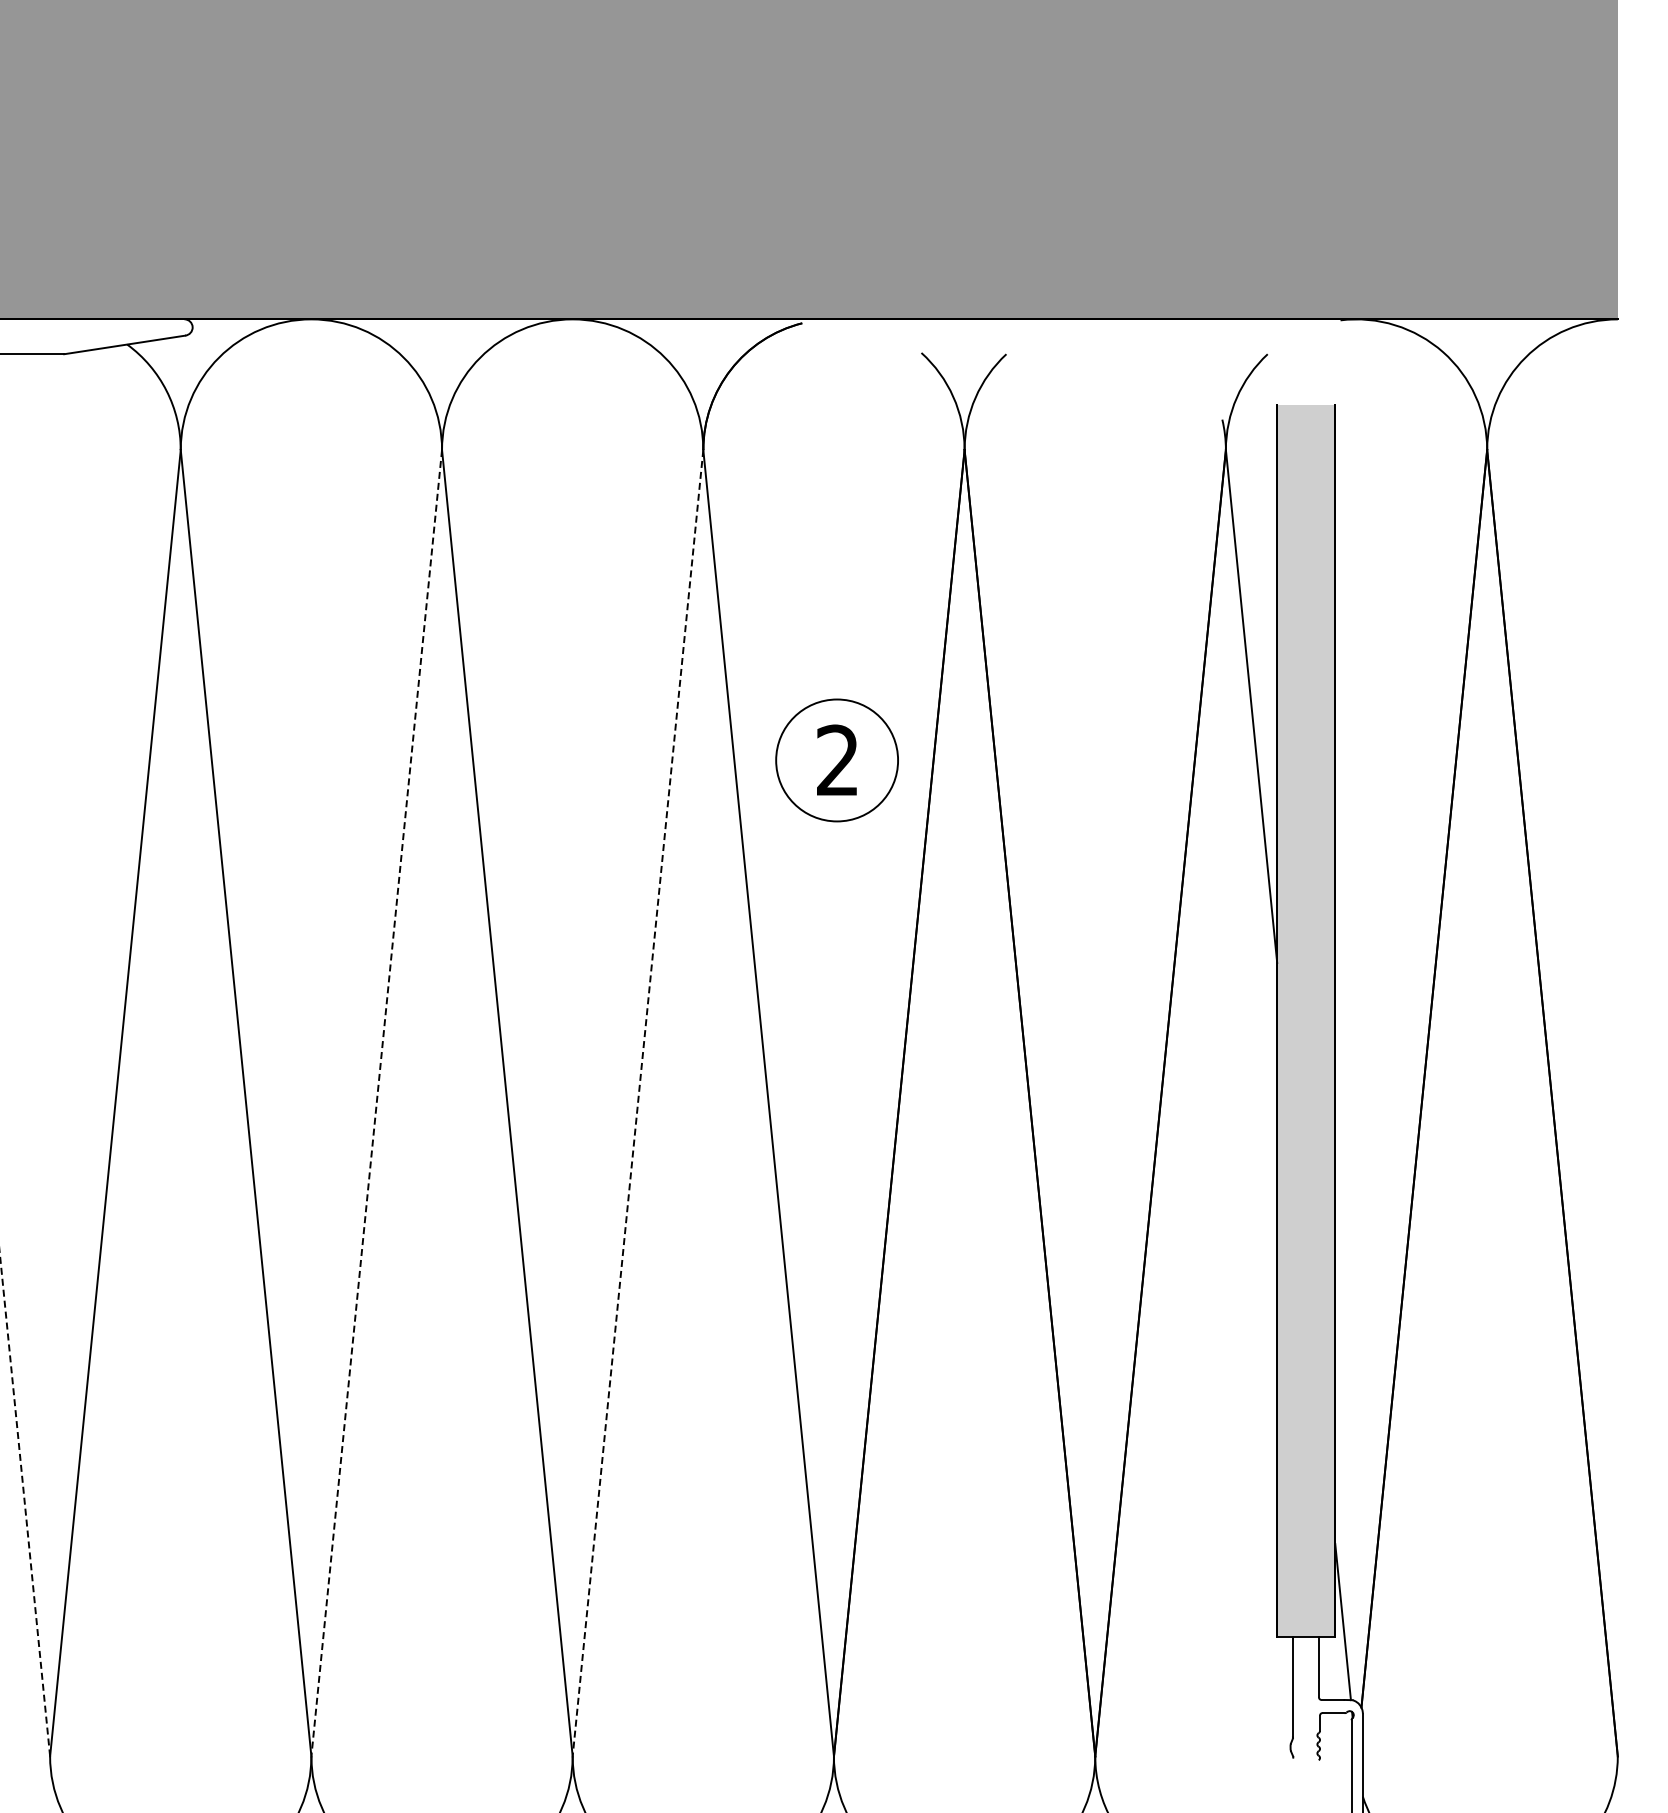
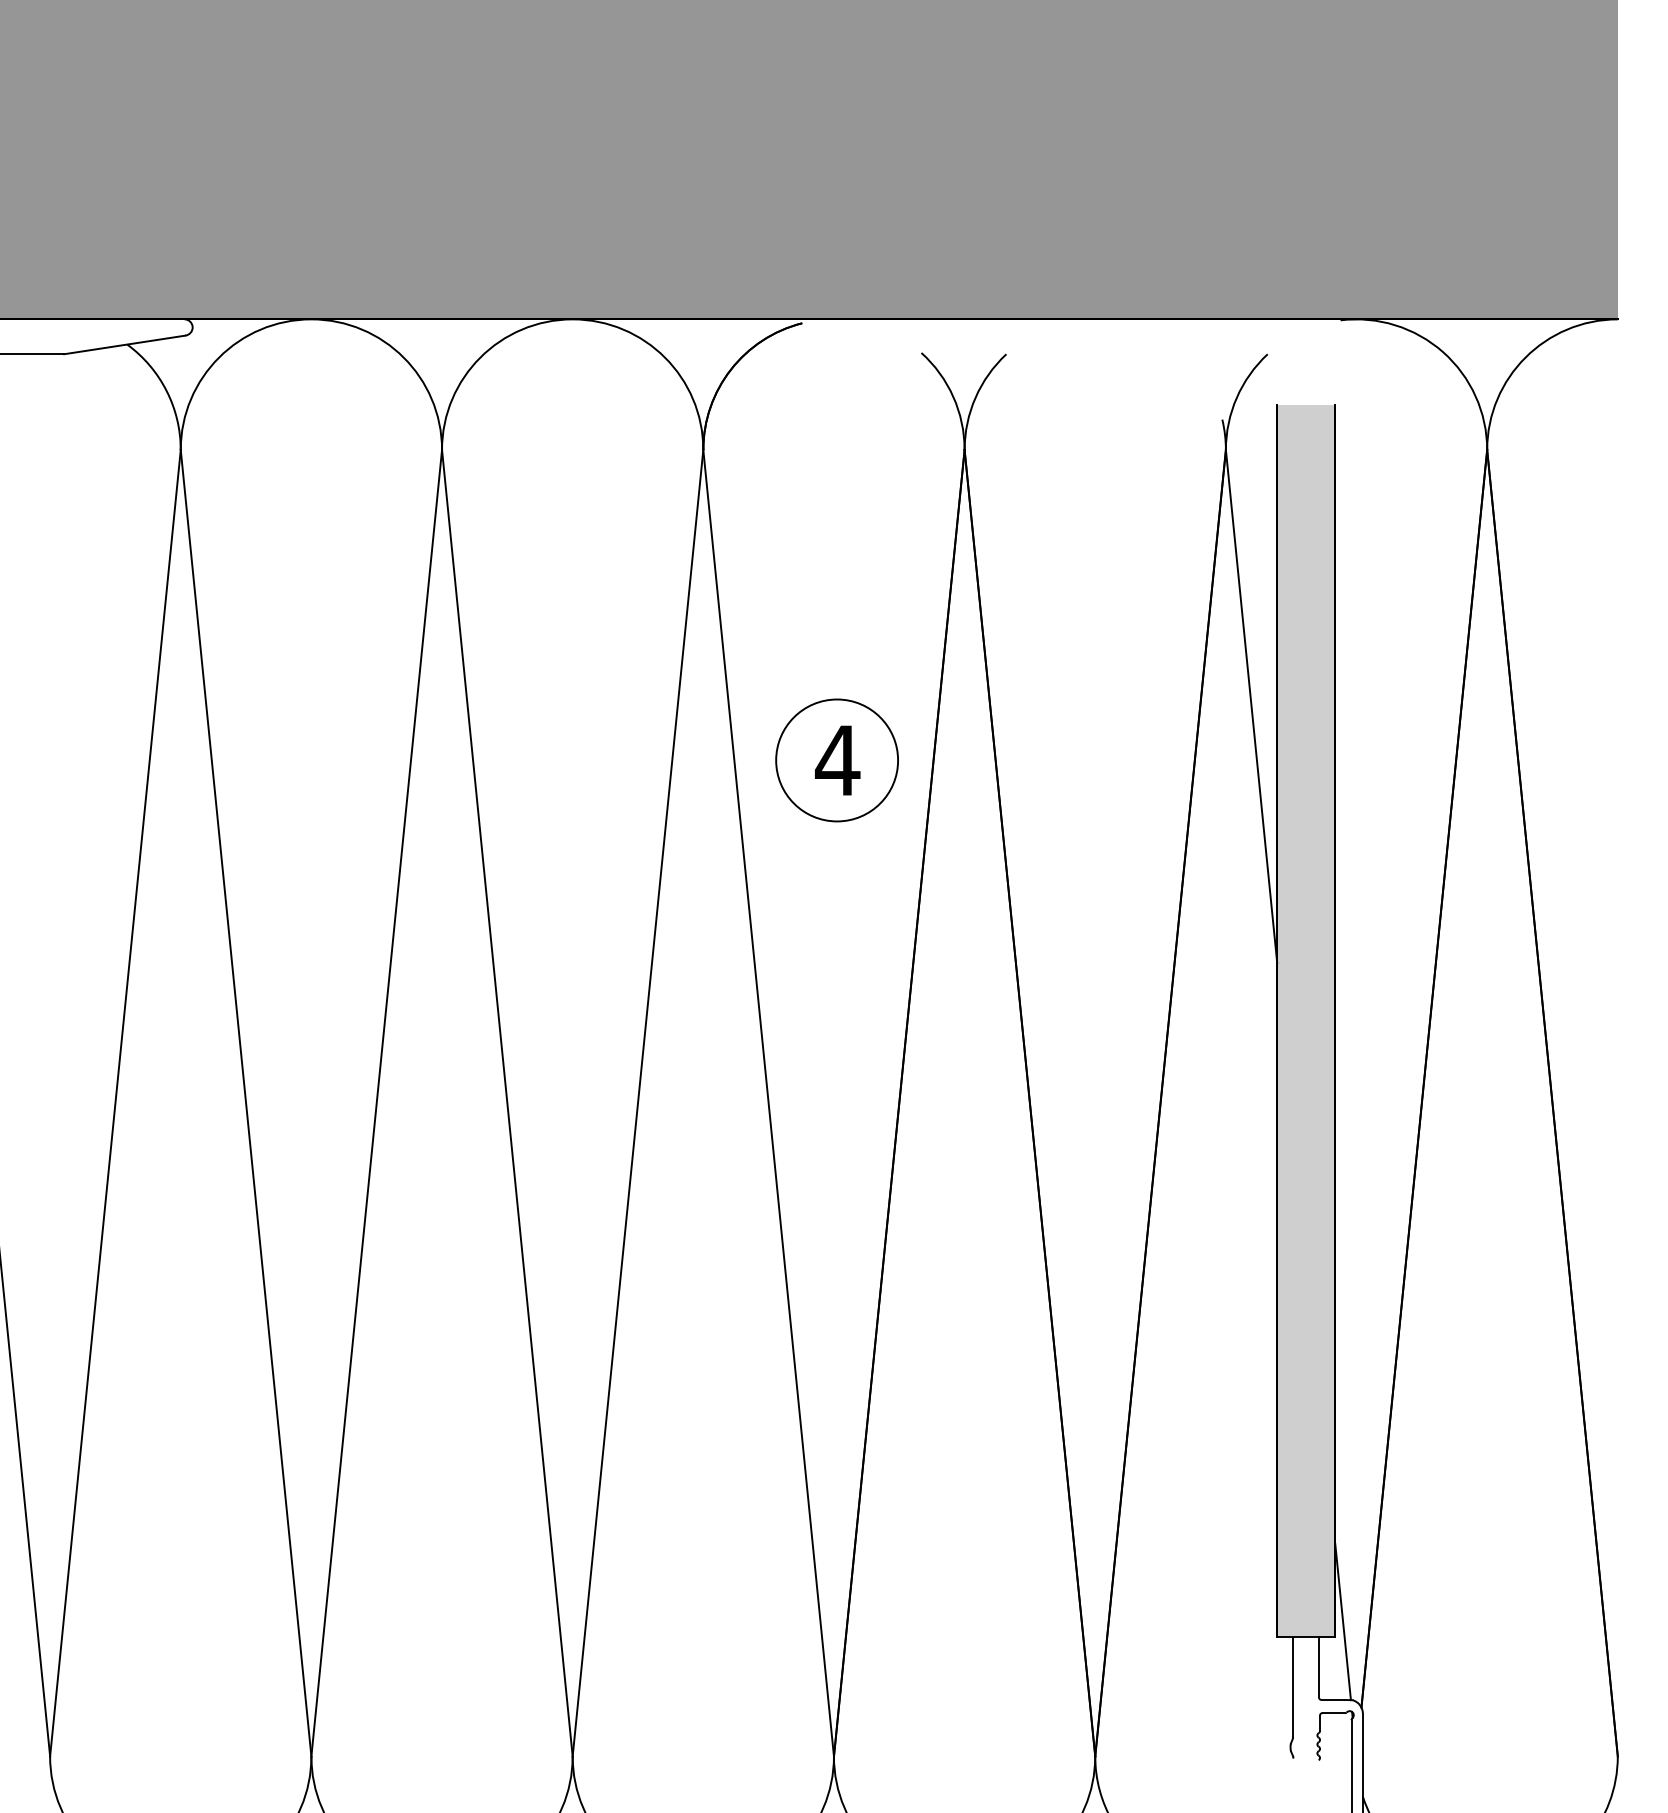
text at (837, 759): 2 -> 4
line at (376, 1103): dashed -> solid
line at (637, 1103): dashed -> solid
line at (25, 1505): dashed -> solid
